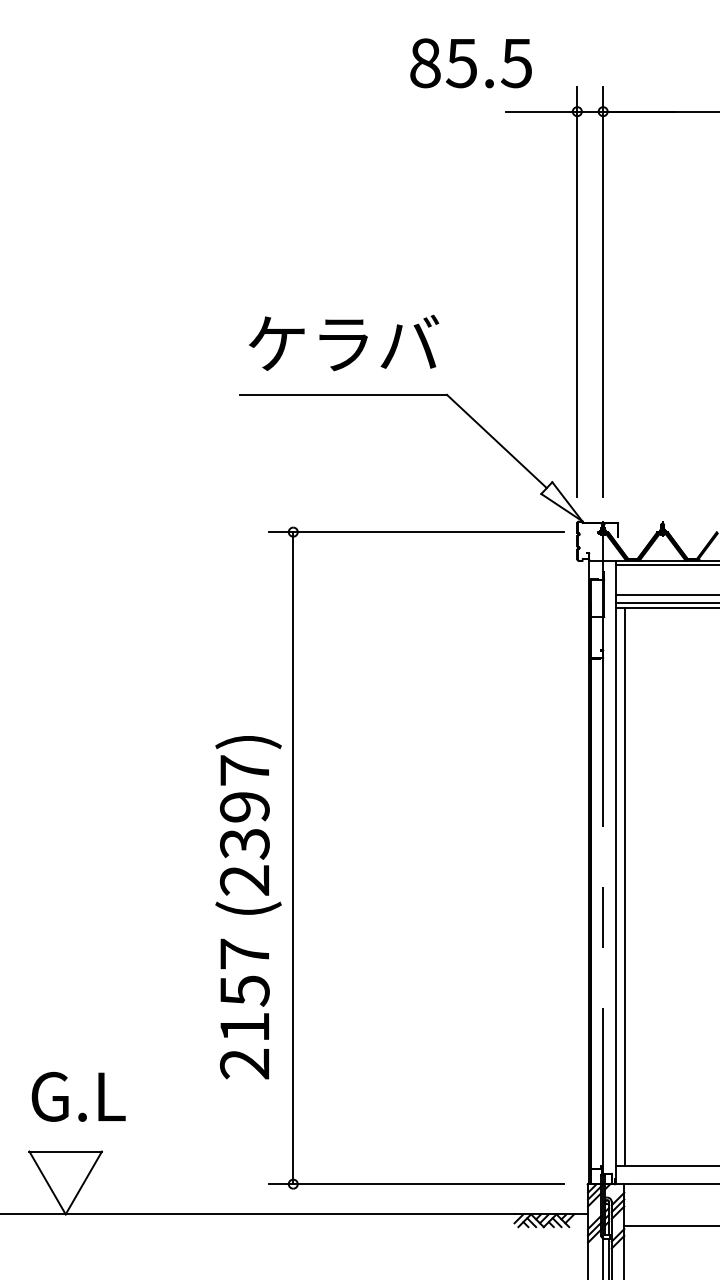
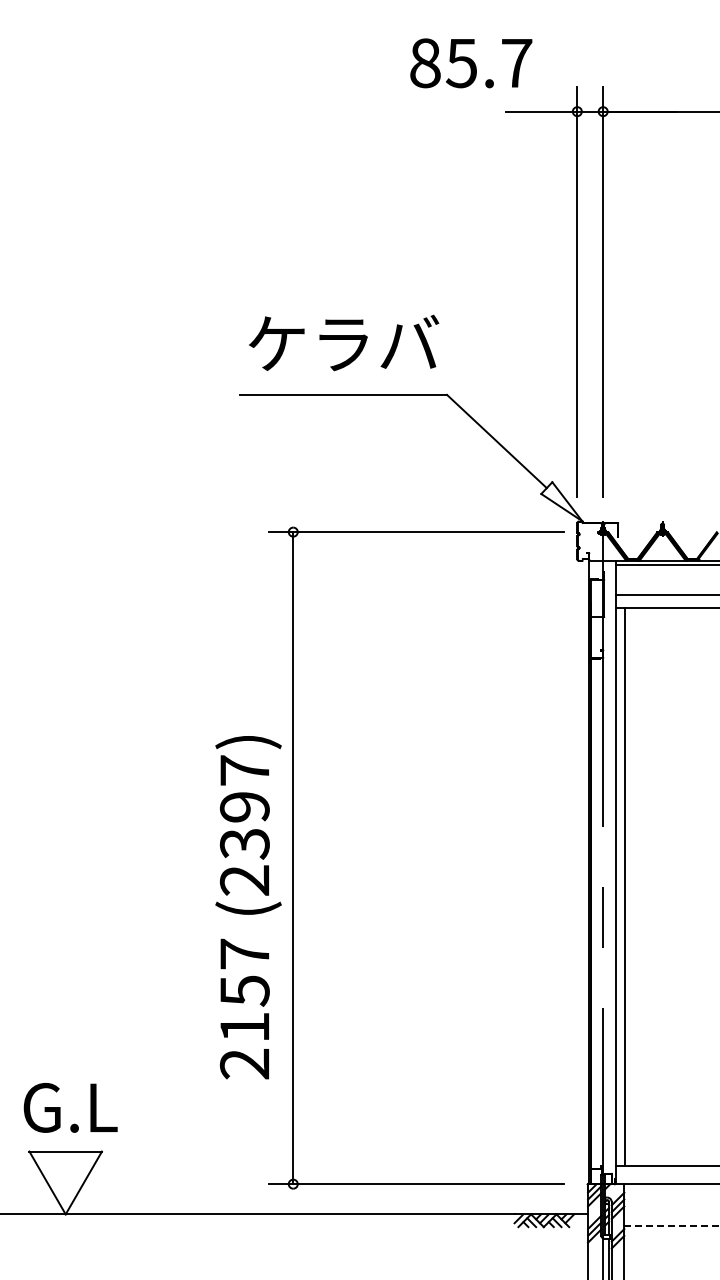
text at (516, 63): 85.5 -> 85.7
line at (666, 603): present -> none
text at (78, 1096) position: (78, 1096) -> (70, 1107)
line at (672, 1226): solid -> dashed
